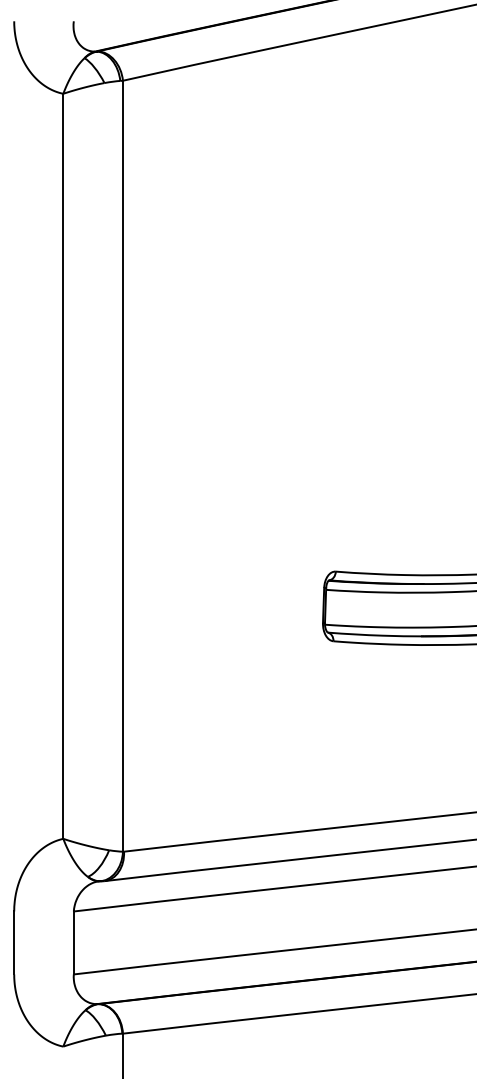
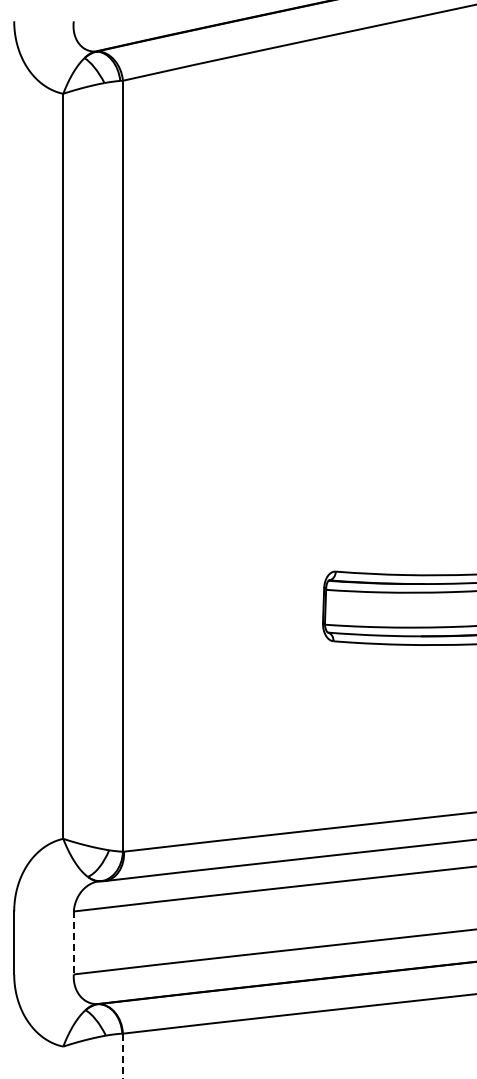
line at (73, 943): solid -> dashed
line at (122, 1056): solid -> dashed
